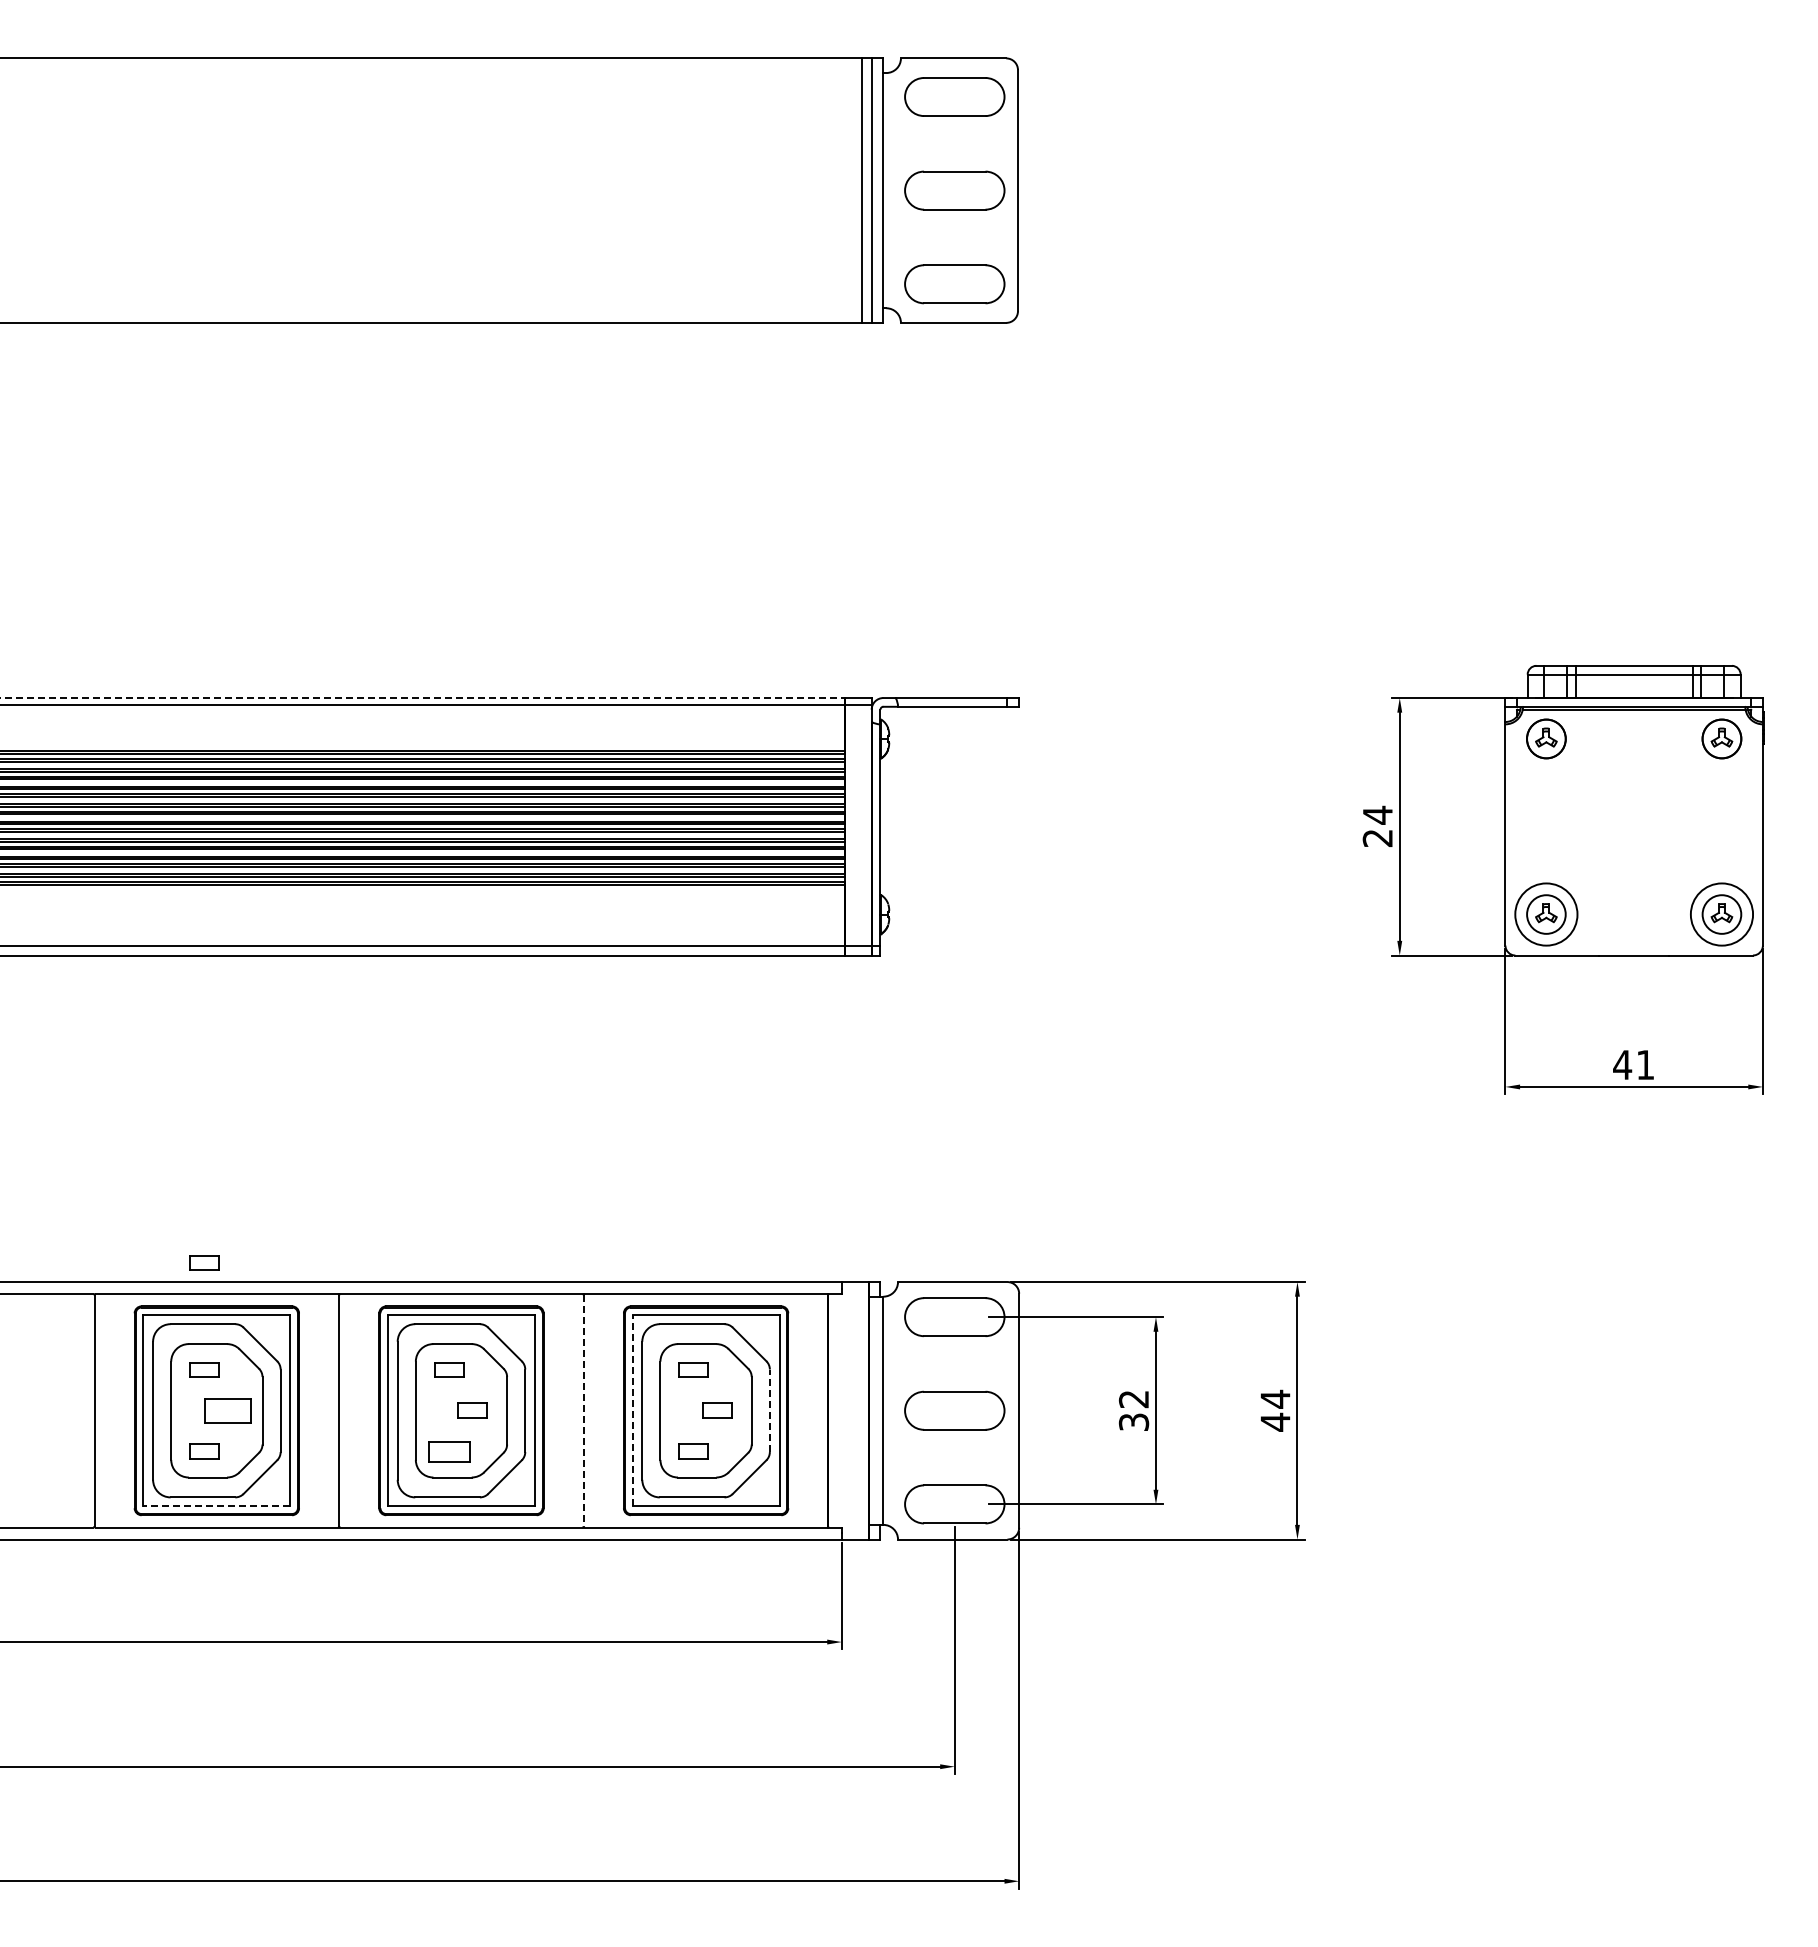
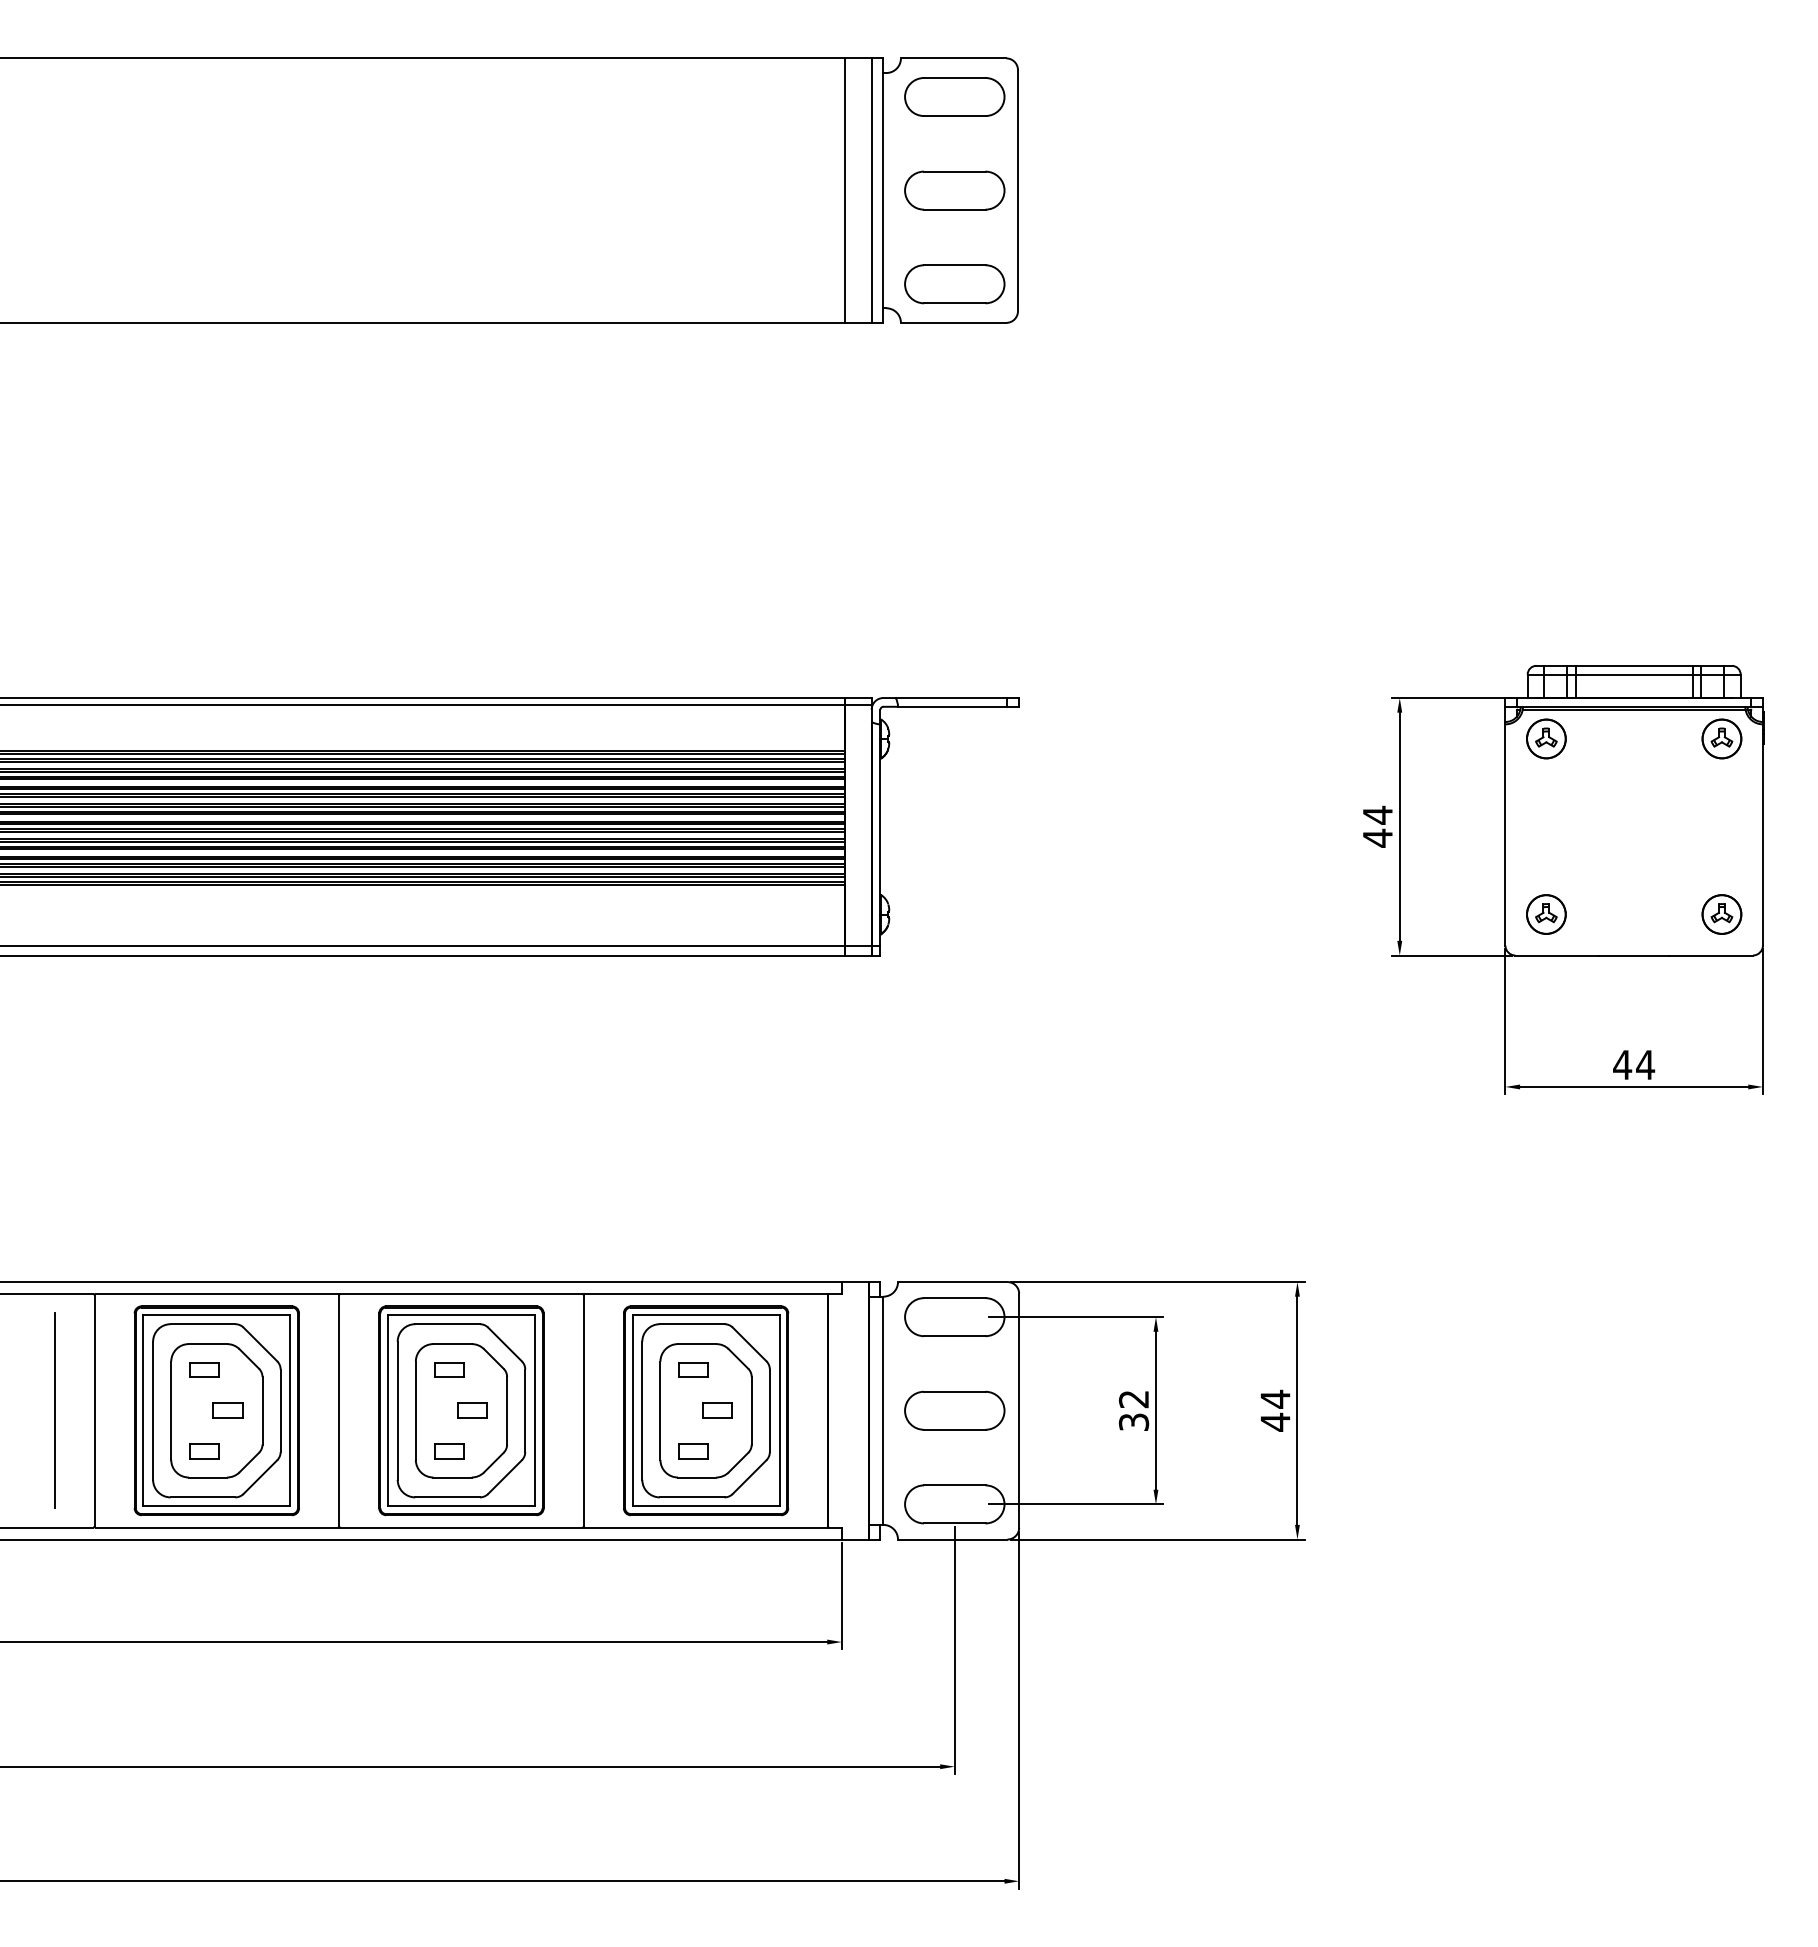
line at (861, 190) position: (861, 190) -> (844, 190)
line at (422, 698): dashed -> solid
text at (1377, 837): 24 -> 44
circle at (1546, 914) diameter: 62 px -> 39 px
circle at (1721, 914) diameter: 62 px -> 39 px
text at (1645, 1064): 41 -> 44
part at (204, 1262): present -> none
line at (54, 1410): none -> present
part at (227, 1410) size: 48x26 px -> 32x17 px
line at (583, 1410): dashed -> solid
line at (632, 1410): dashed -> solid
line at (769, 1410): dashed -> solid
part at (449, 1451) size: 43x22 px -> 31x17 px
line at (216, 1506): dashed -> solid
